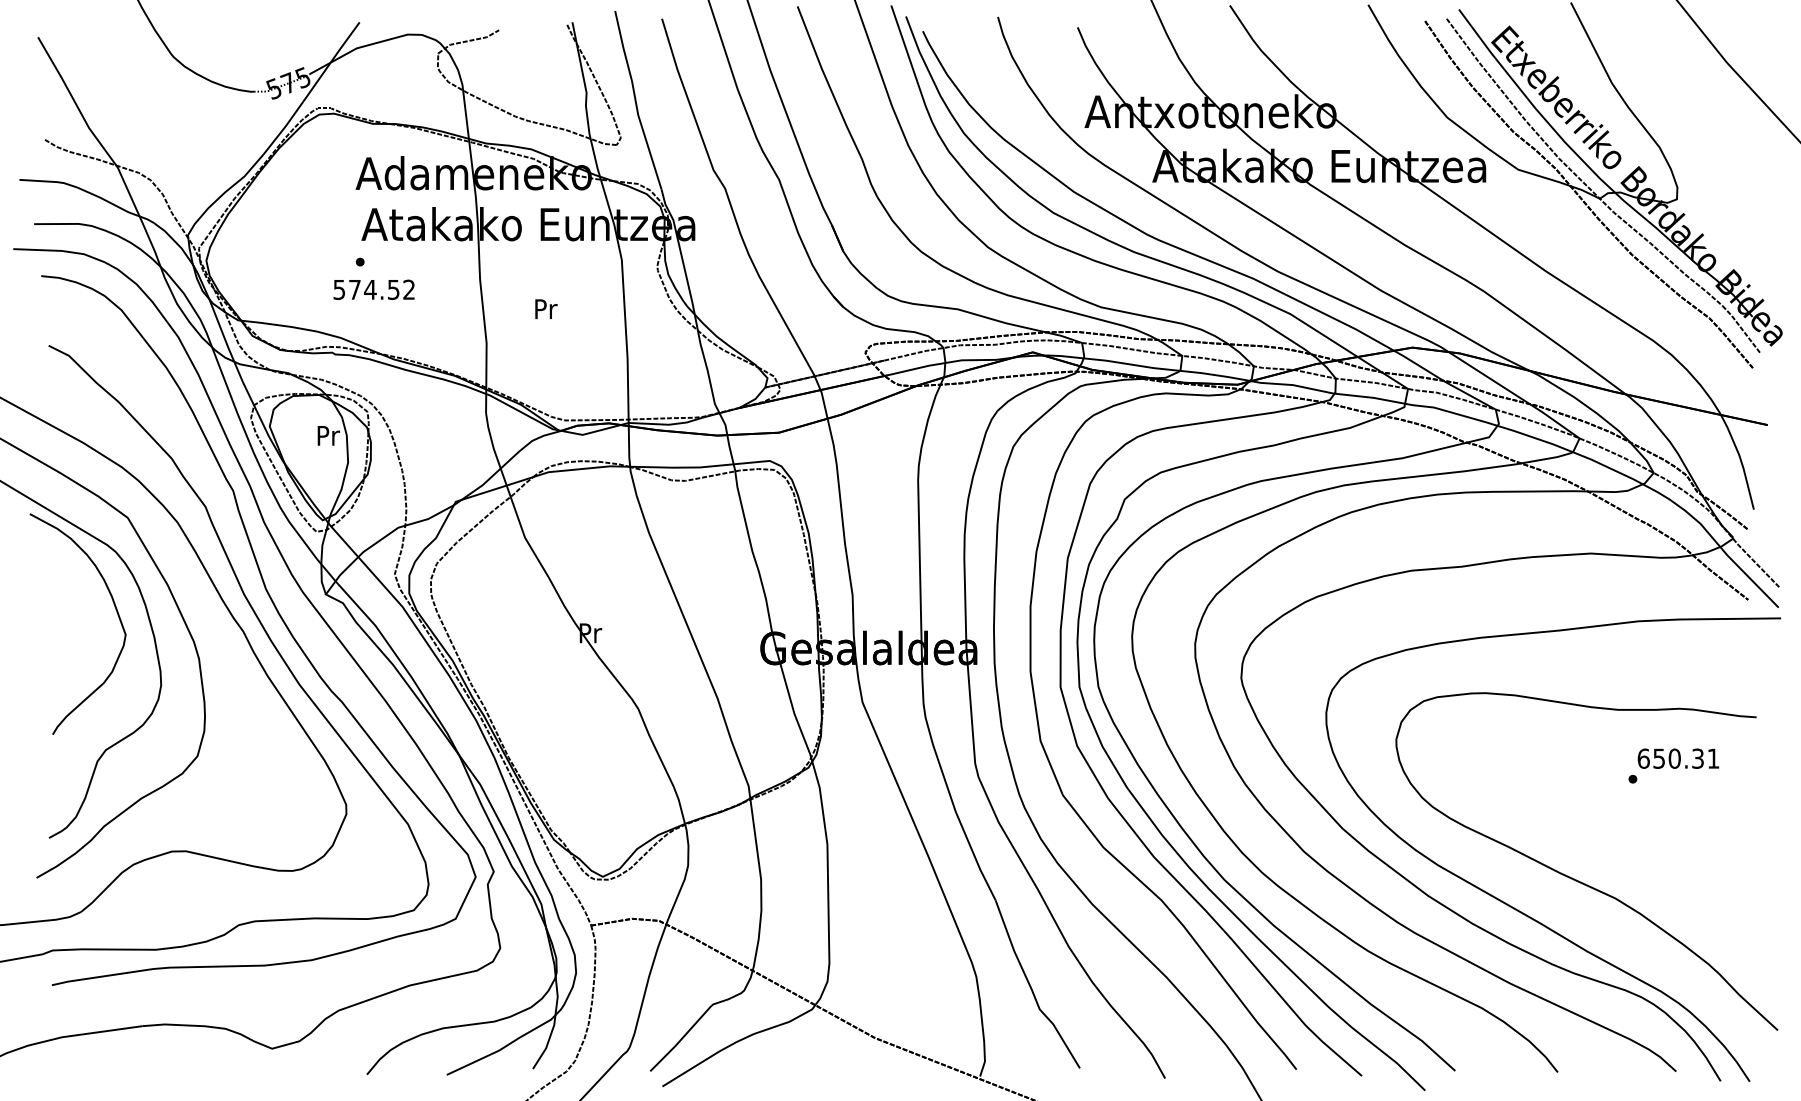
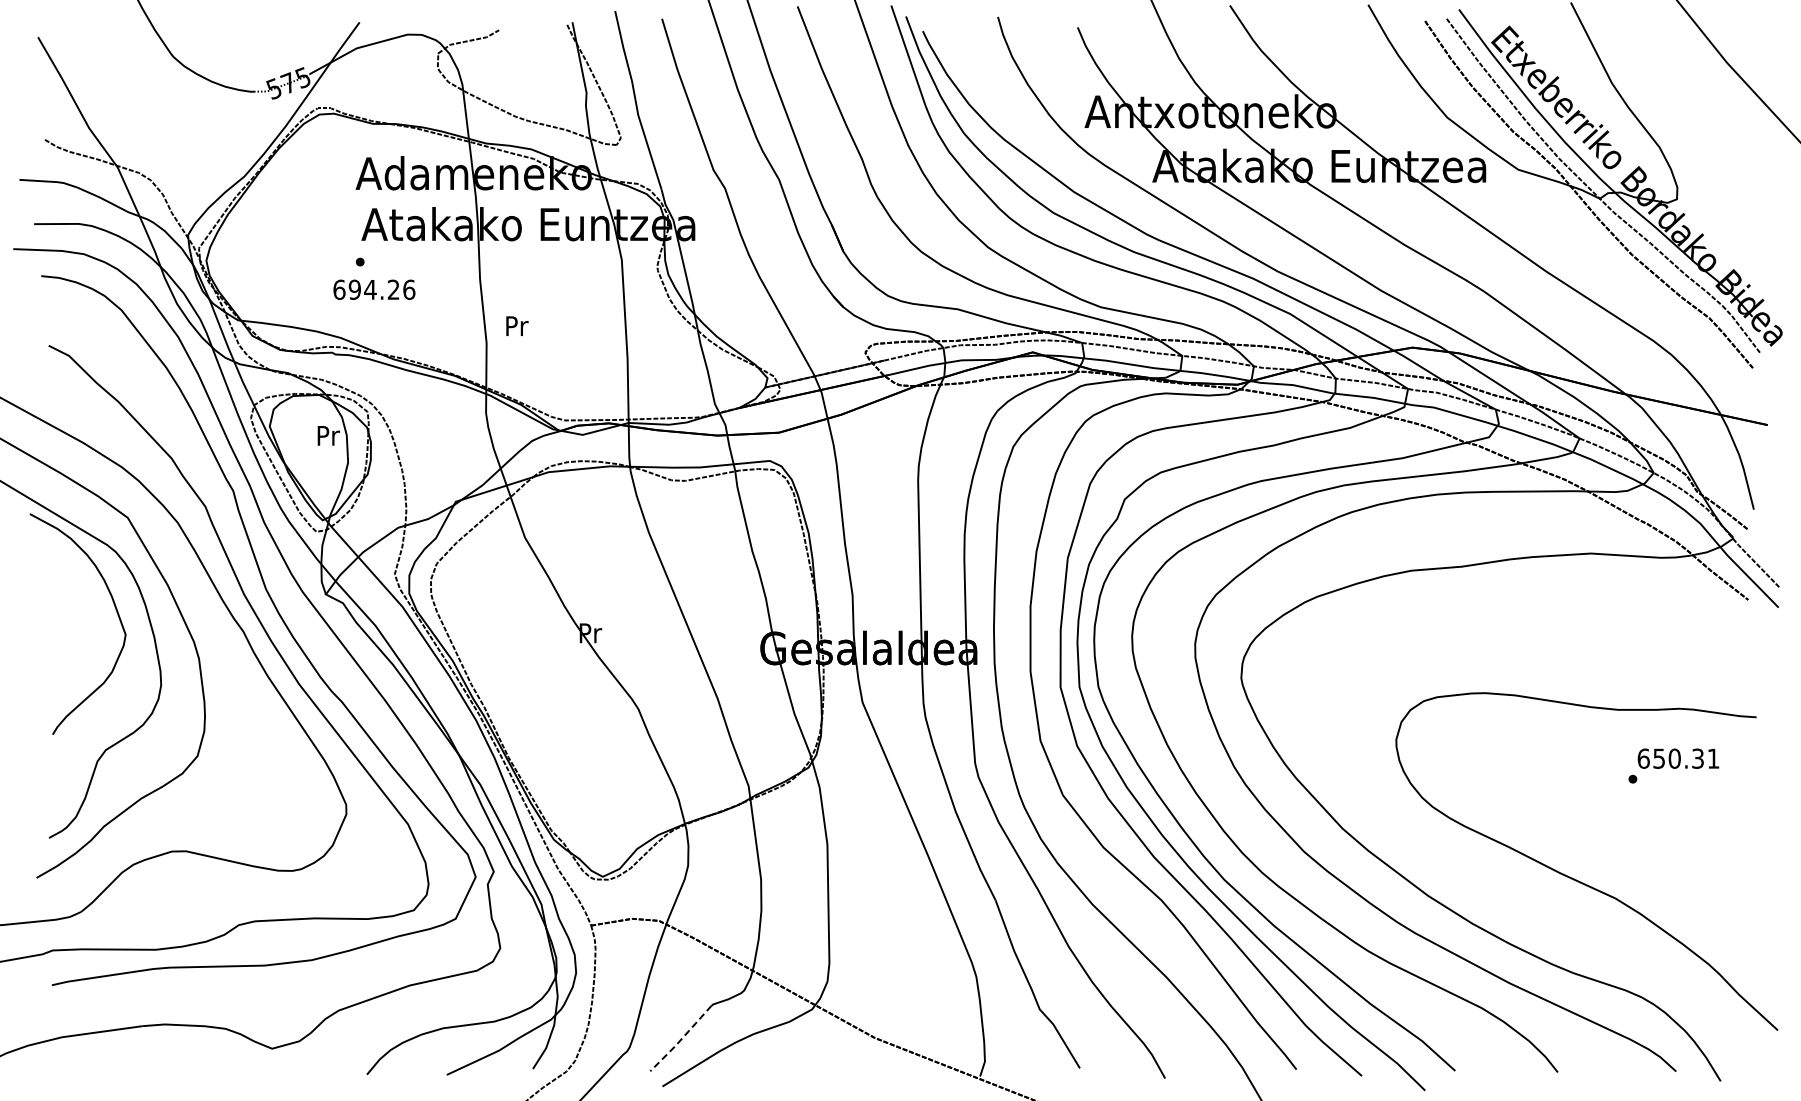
text at (374, 289): 574.52 -> 694.26
text at (546, 308) position: (546, 308) -> (517, 325)
curve at (1518, 909): present -> none
line at (680, 1040): solid -> dashed
